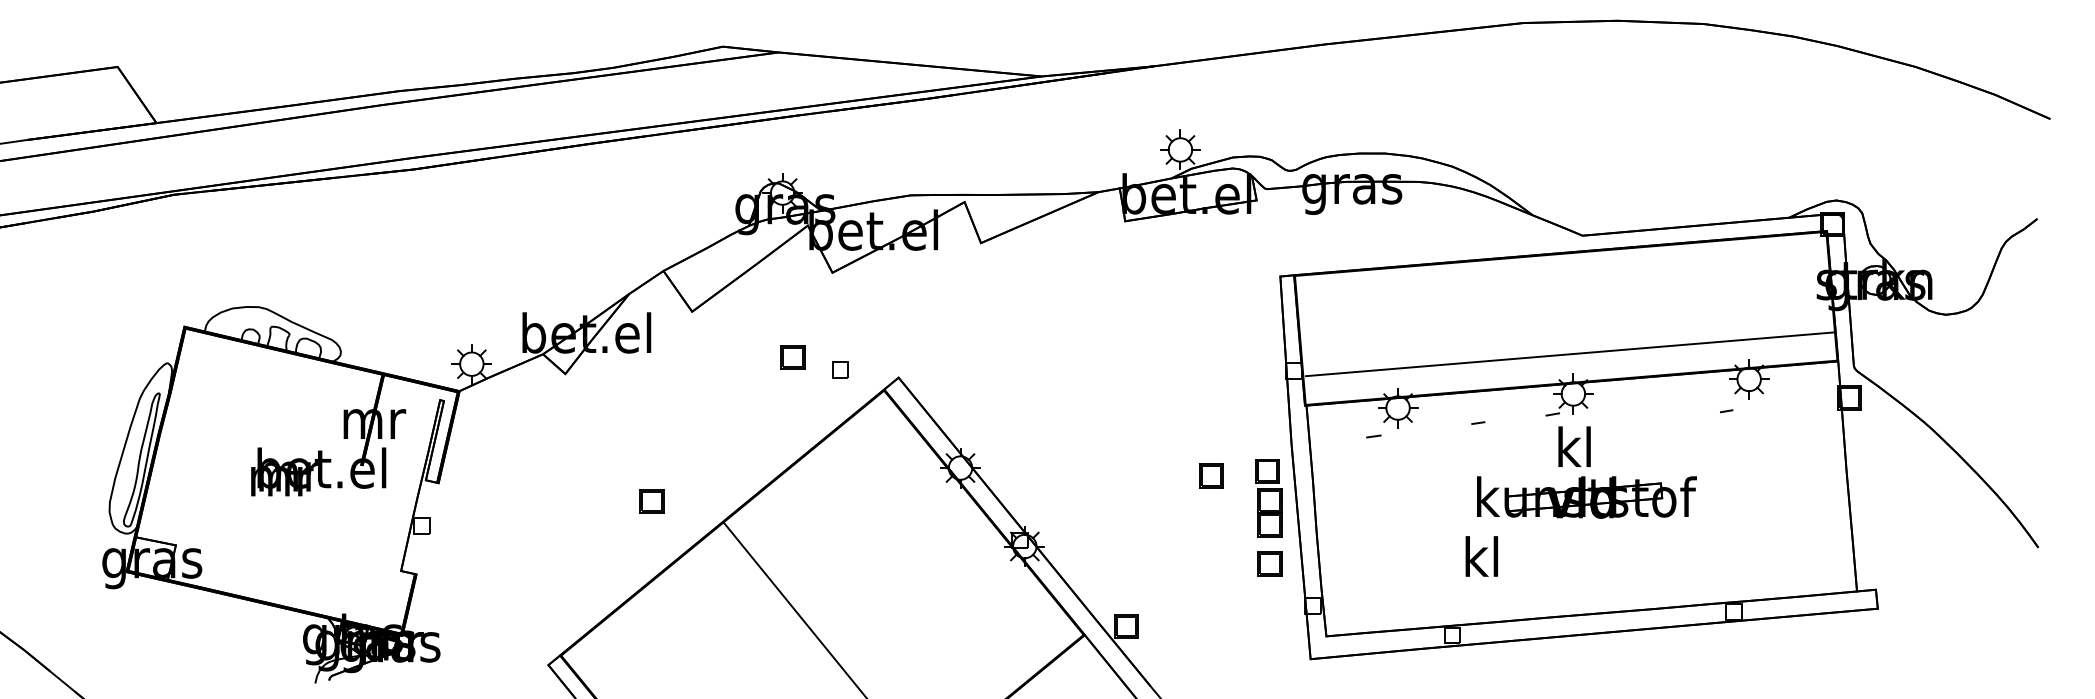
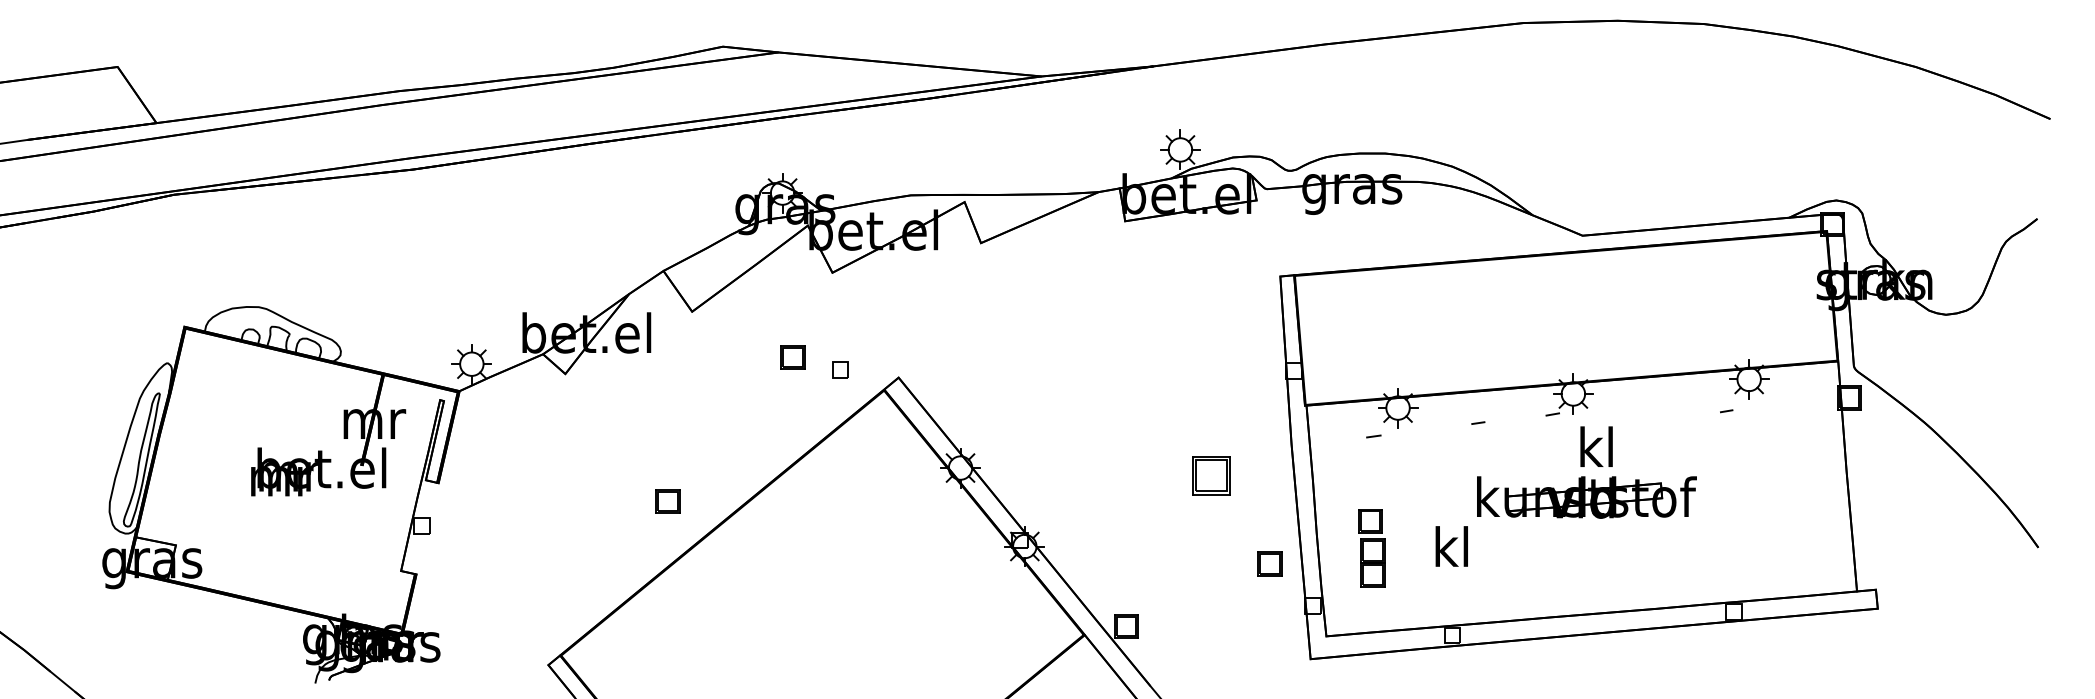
line at (1569, 354): present -> none
text at (1574, 446) position: (1574, 446) -> (1596, 446)
part at (1211, 475) size: 25x26 px -> 39x40 px
part at (1268, 498) position: (1268, 498) -> (1371, 548)
part at (651, 501) position: (651, 501) -> (667, 501)
text at (1481, 556) position: (1481, 556) -> (1451, 546)
line at (794, 609): present -> none
